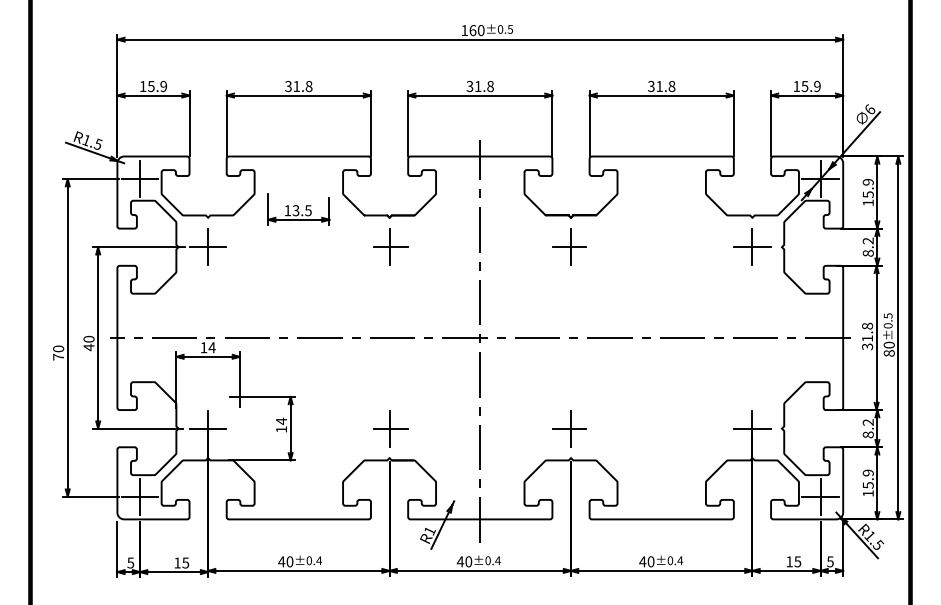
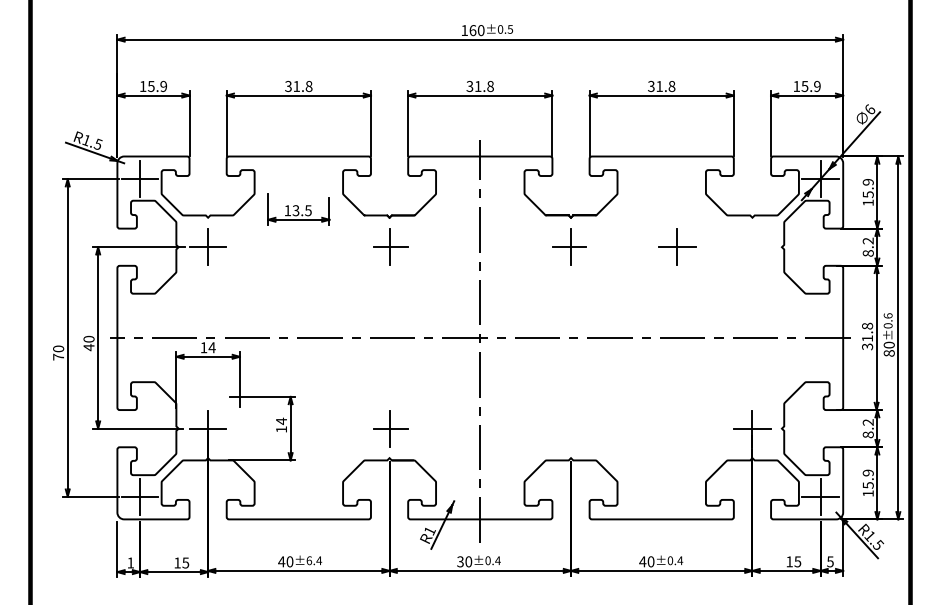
part at (752, 246) position: (752, 246) -> (677, 246)
text at (887, 315): ±0.5 -> ±0.6
part at (569, 428): present -> none
text at (309, 560): ±0.4 -> ±6.4
text at (460, 561): 40 -> 30
text at (130, 562): 5 -> 1
